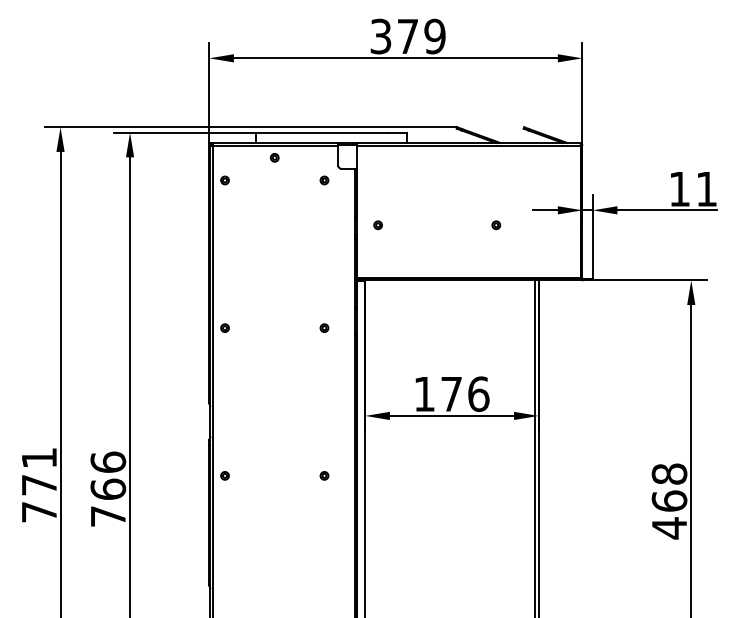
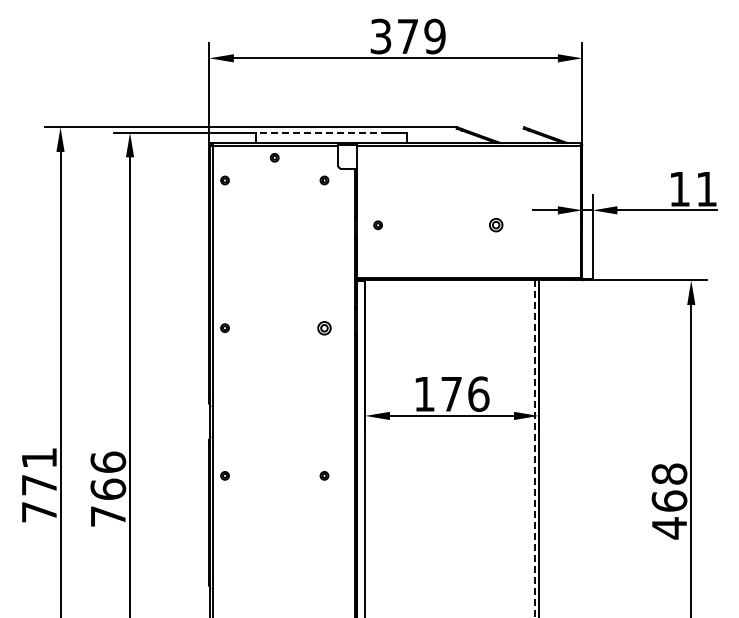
line at (321, 132): solid -> dashed
part at (496, 225) size: 11x11 px -> 15x15 px
part at (324, 327) size: 11x10 px -> 15x15 px
line at (534, 449): solid -> dashed
